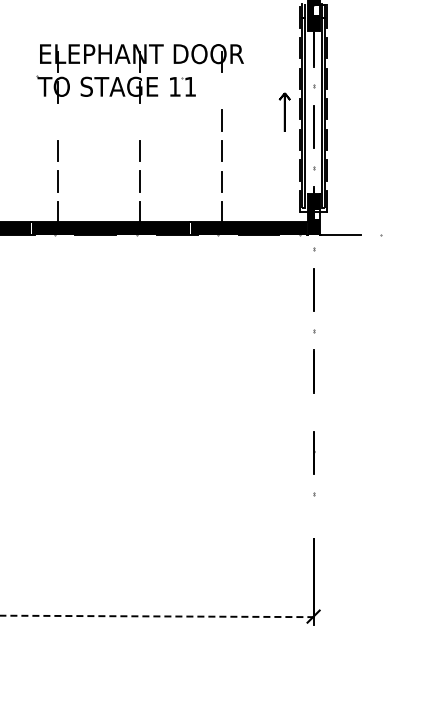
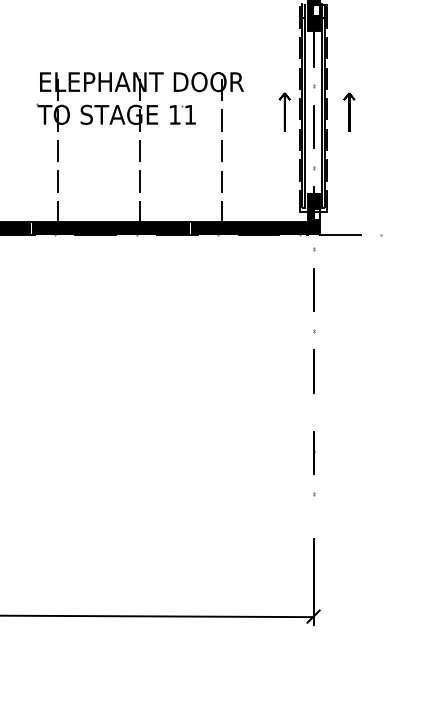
part at (139, 73) position: (139, 73) -> (139, 101)
part at (349, 111): none -> present
line at (157, 616): dashed -> solid
